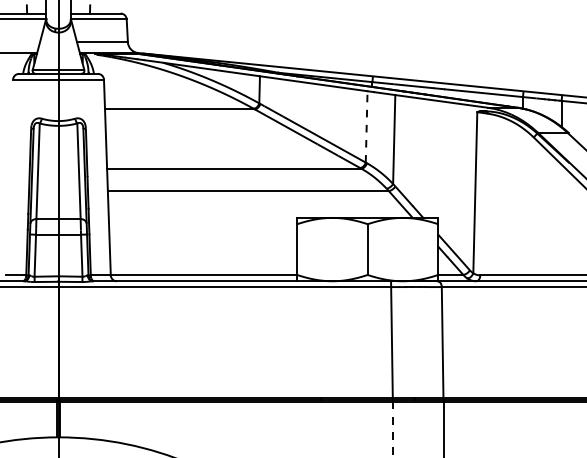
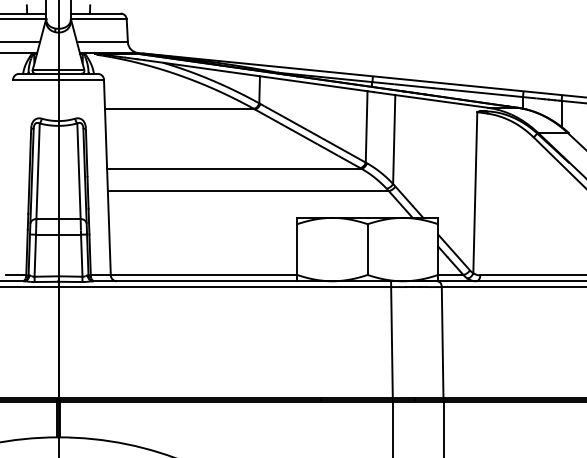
line at (21, 42): none -> present
line at (366, 126): dashed -> solid
line at (392, 429): dashed -> solid
